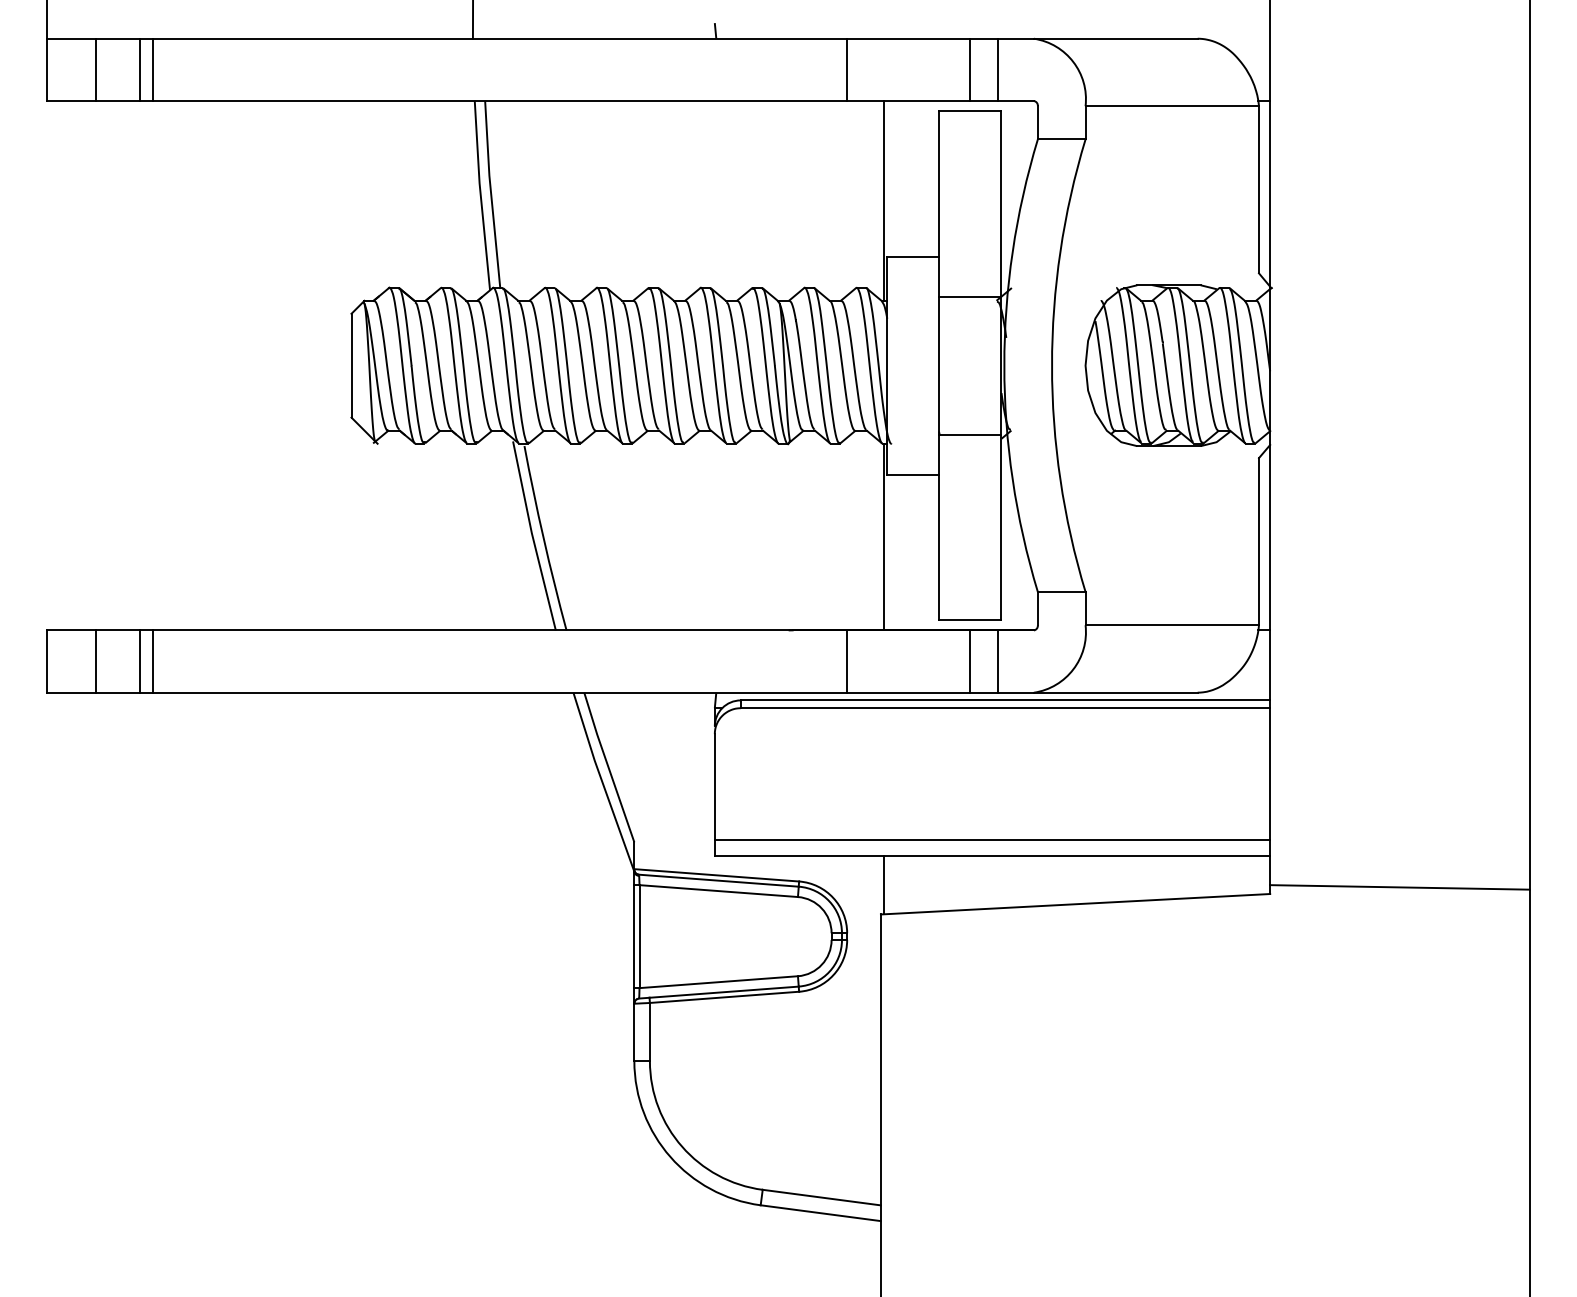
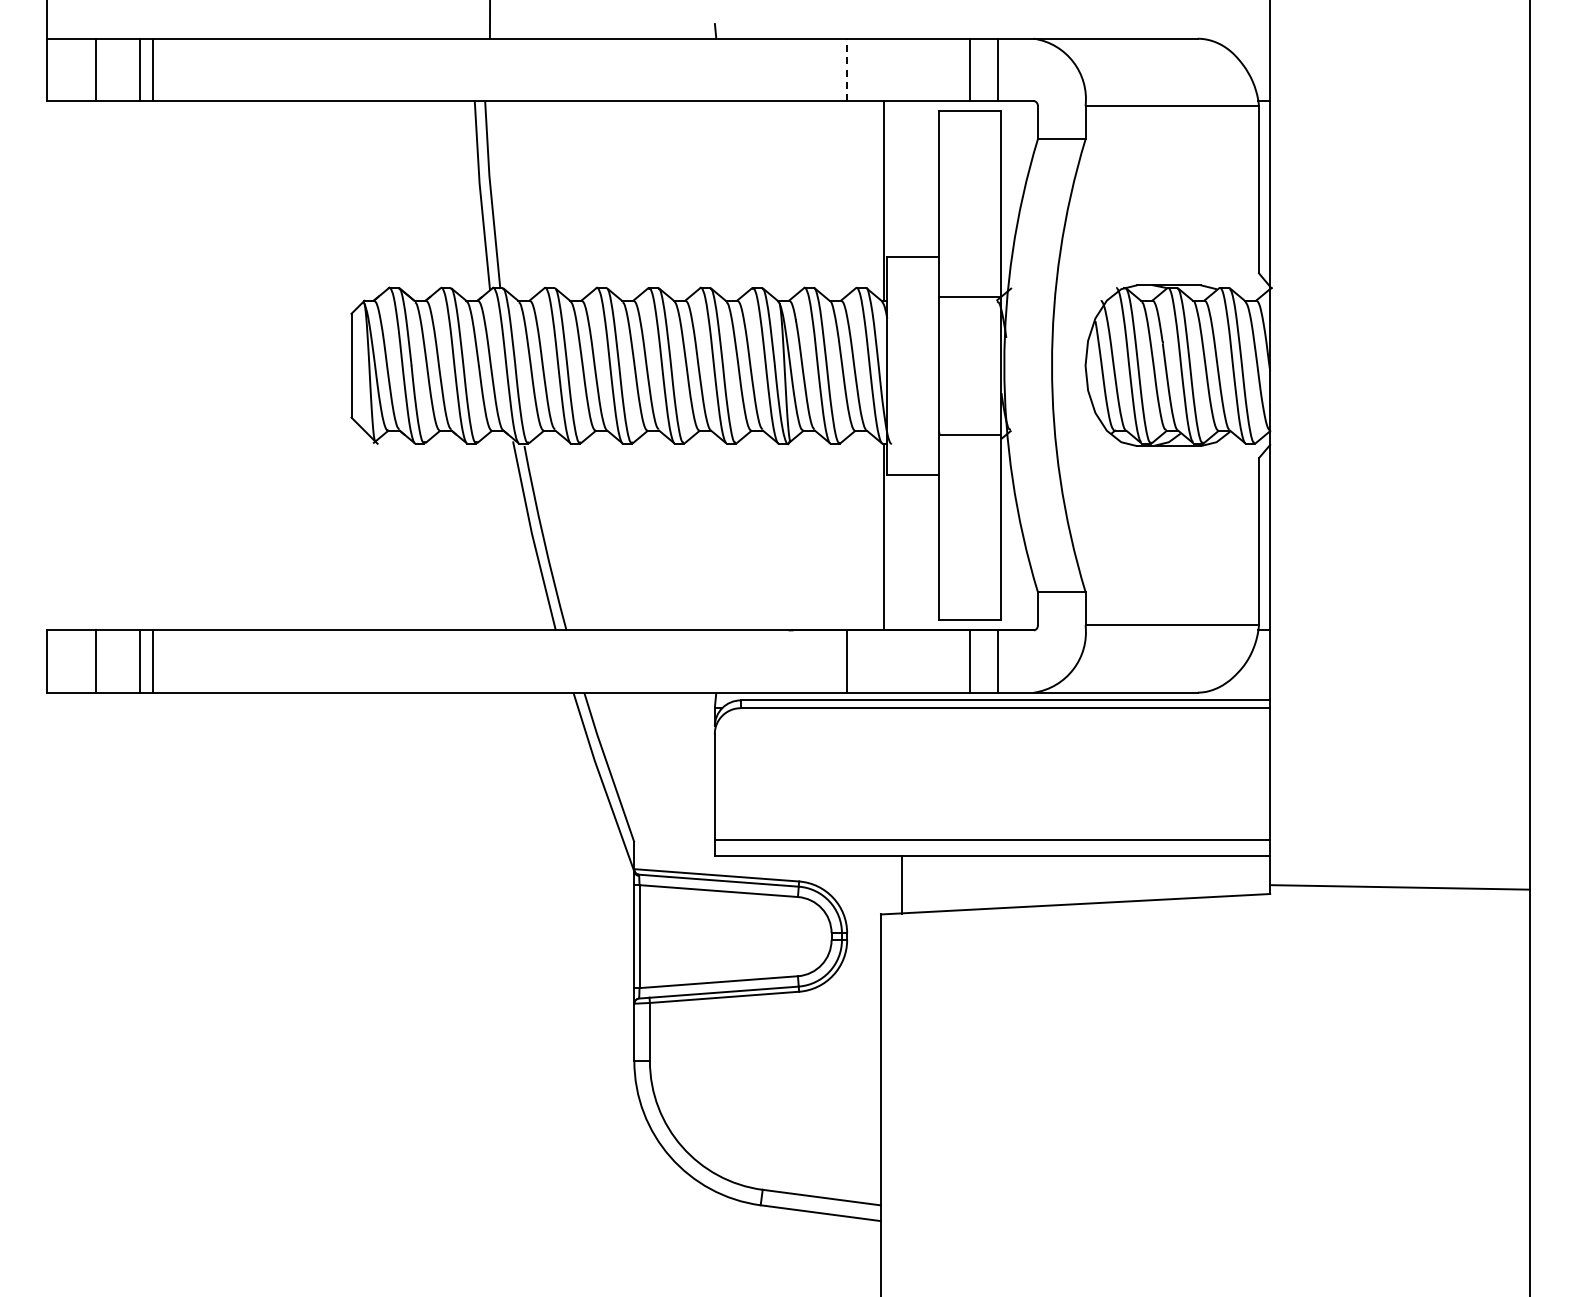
line at (472, 20) position: (472, 20) -> (489, 20)
line at (847, 69): solid -> dashed
line at (883, 885) position: (883, 885) -> (901, 885)
